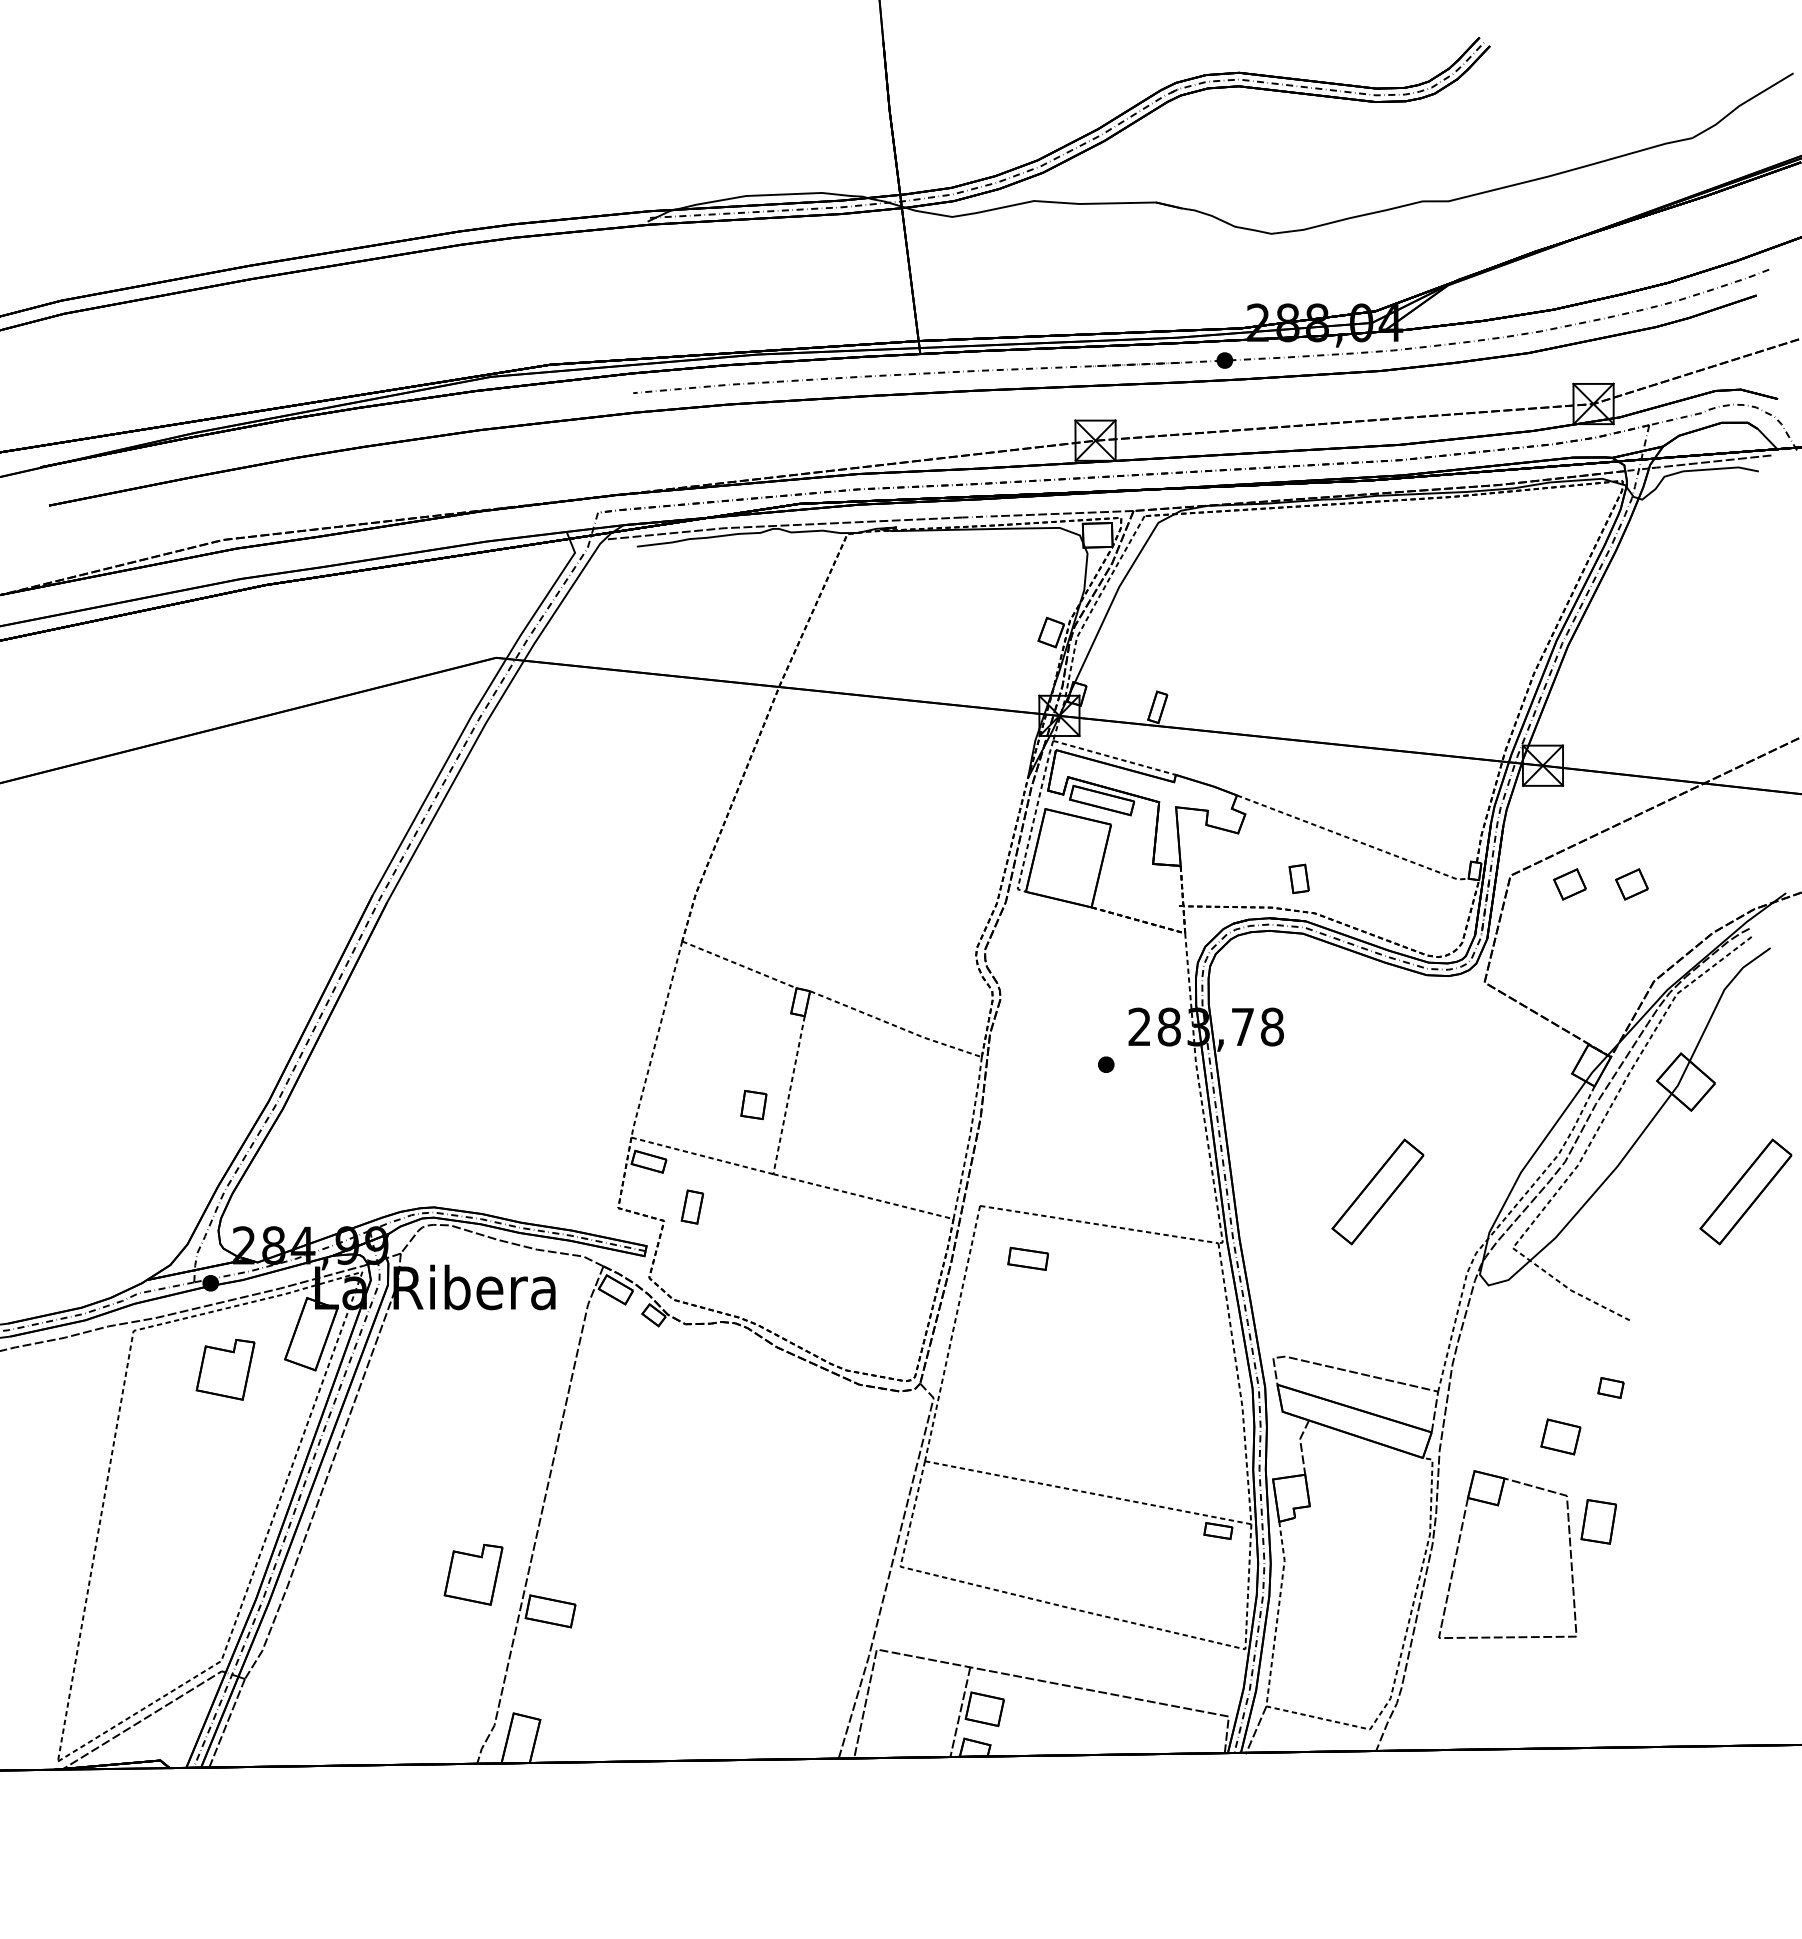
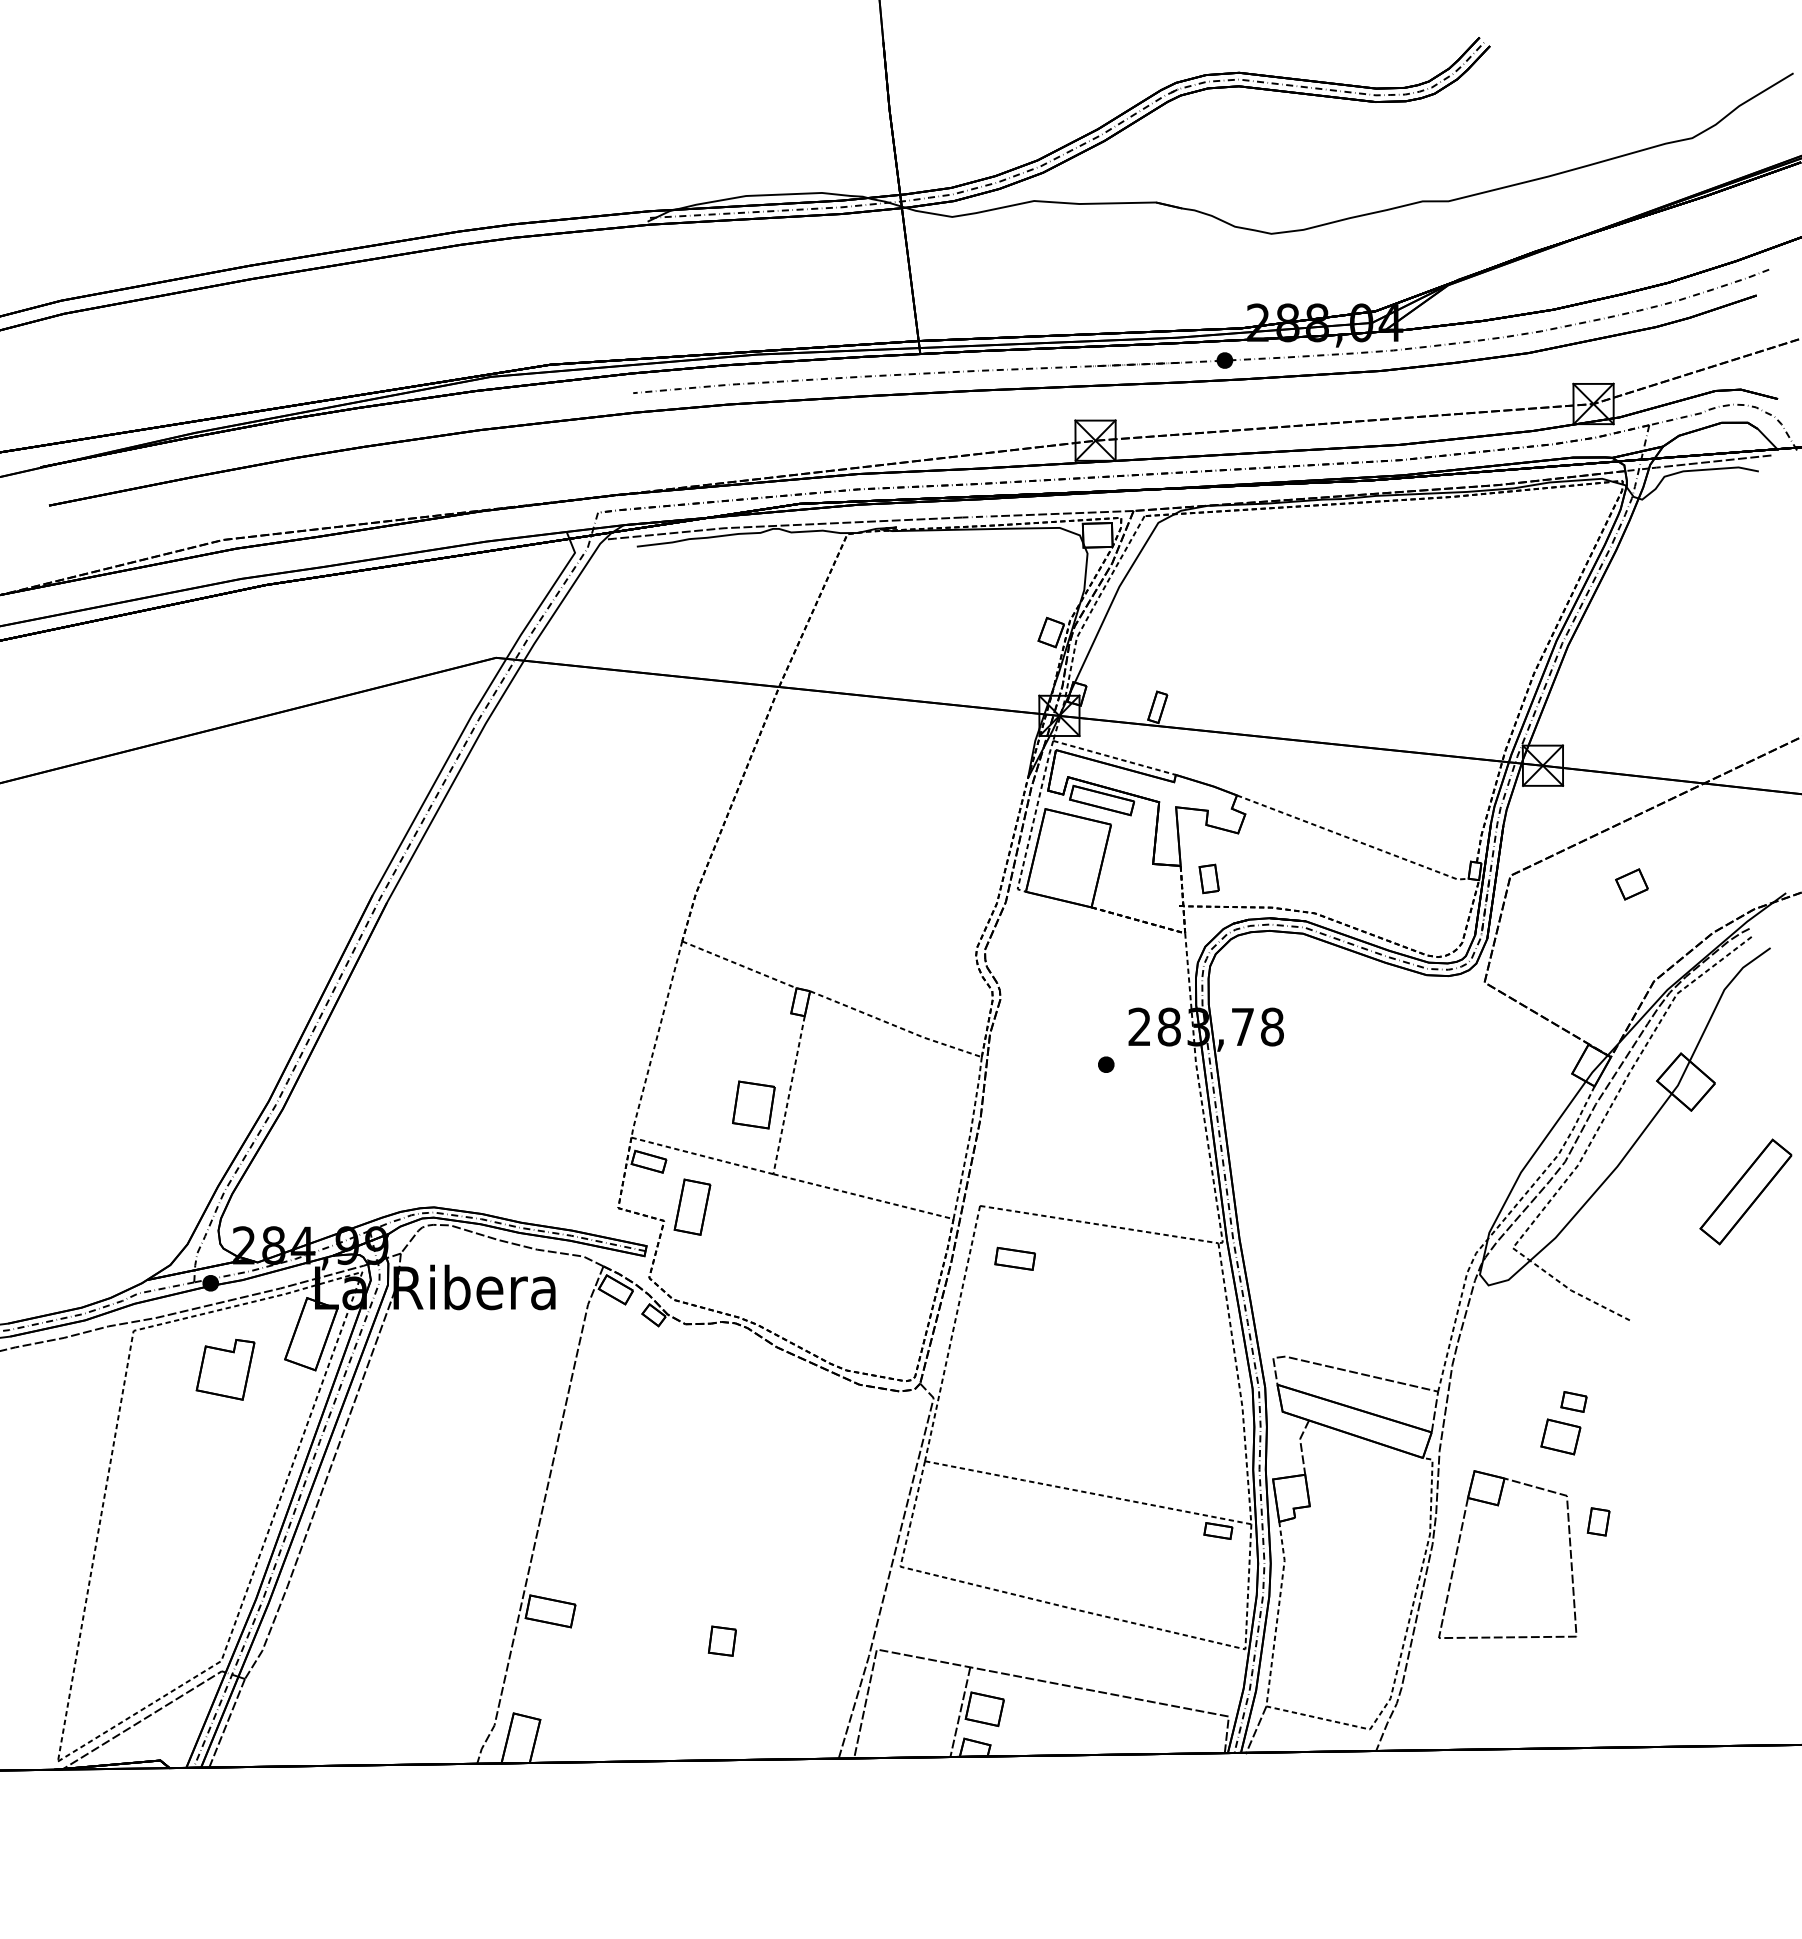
part at (1298, 878) position: (1298, 878) -> (1208, 878)
part at (1569, 884): present -> none
part at (753, 1105) size: 28x31 px -> 44x50 px
part at (1377, 1191): present -> none
part at (692, 1206) size: 25x36 px -> 39x58 px
part at (1027, 1258) position: (1027, 1258) -> (1014, 1258)
part at (1610, 1387) position: (1610, 1387) -> (1573, 1401)
part at (1598, 1521) size: 37x46 px -> 25x30 px
part at (473, 1574): present -> none
part at (721, 1640): none -> present
